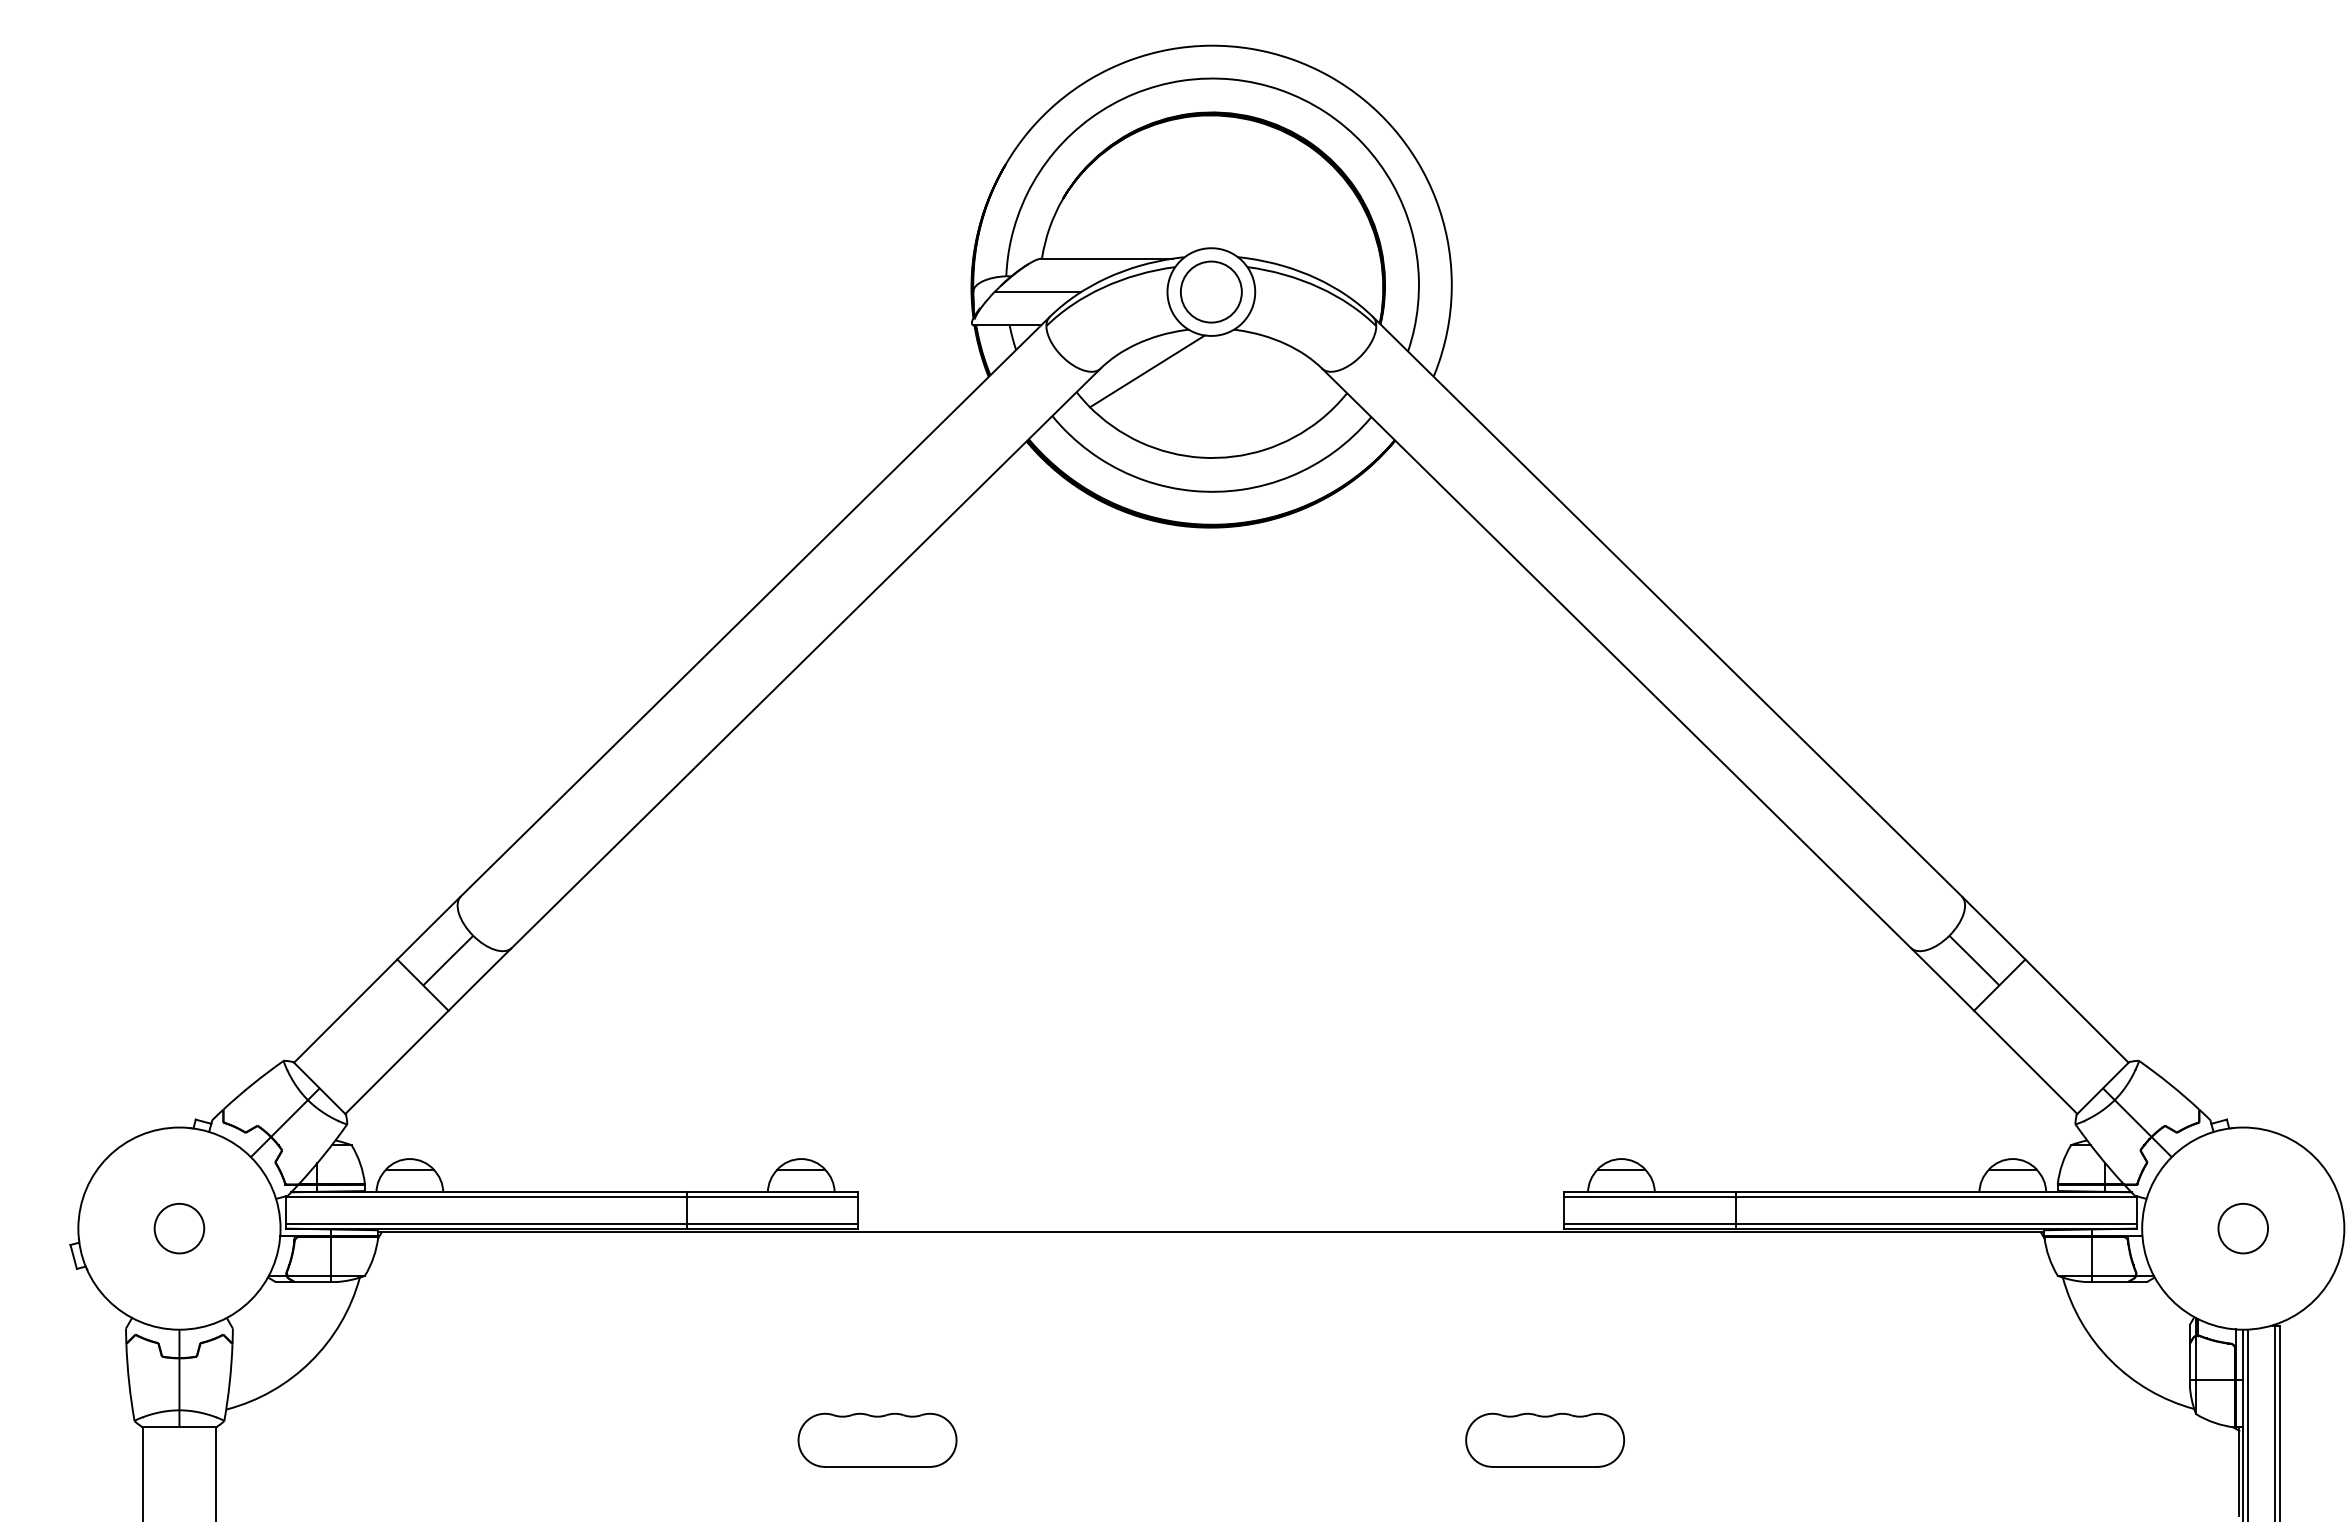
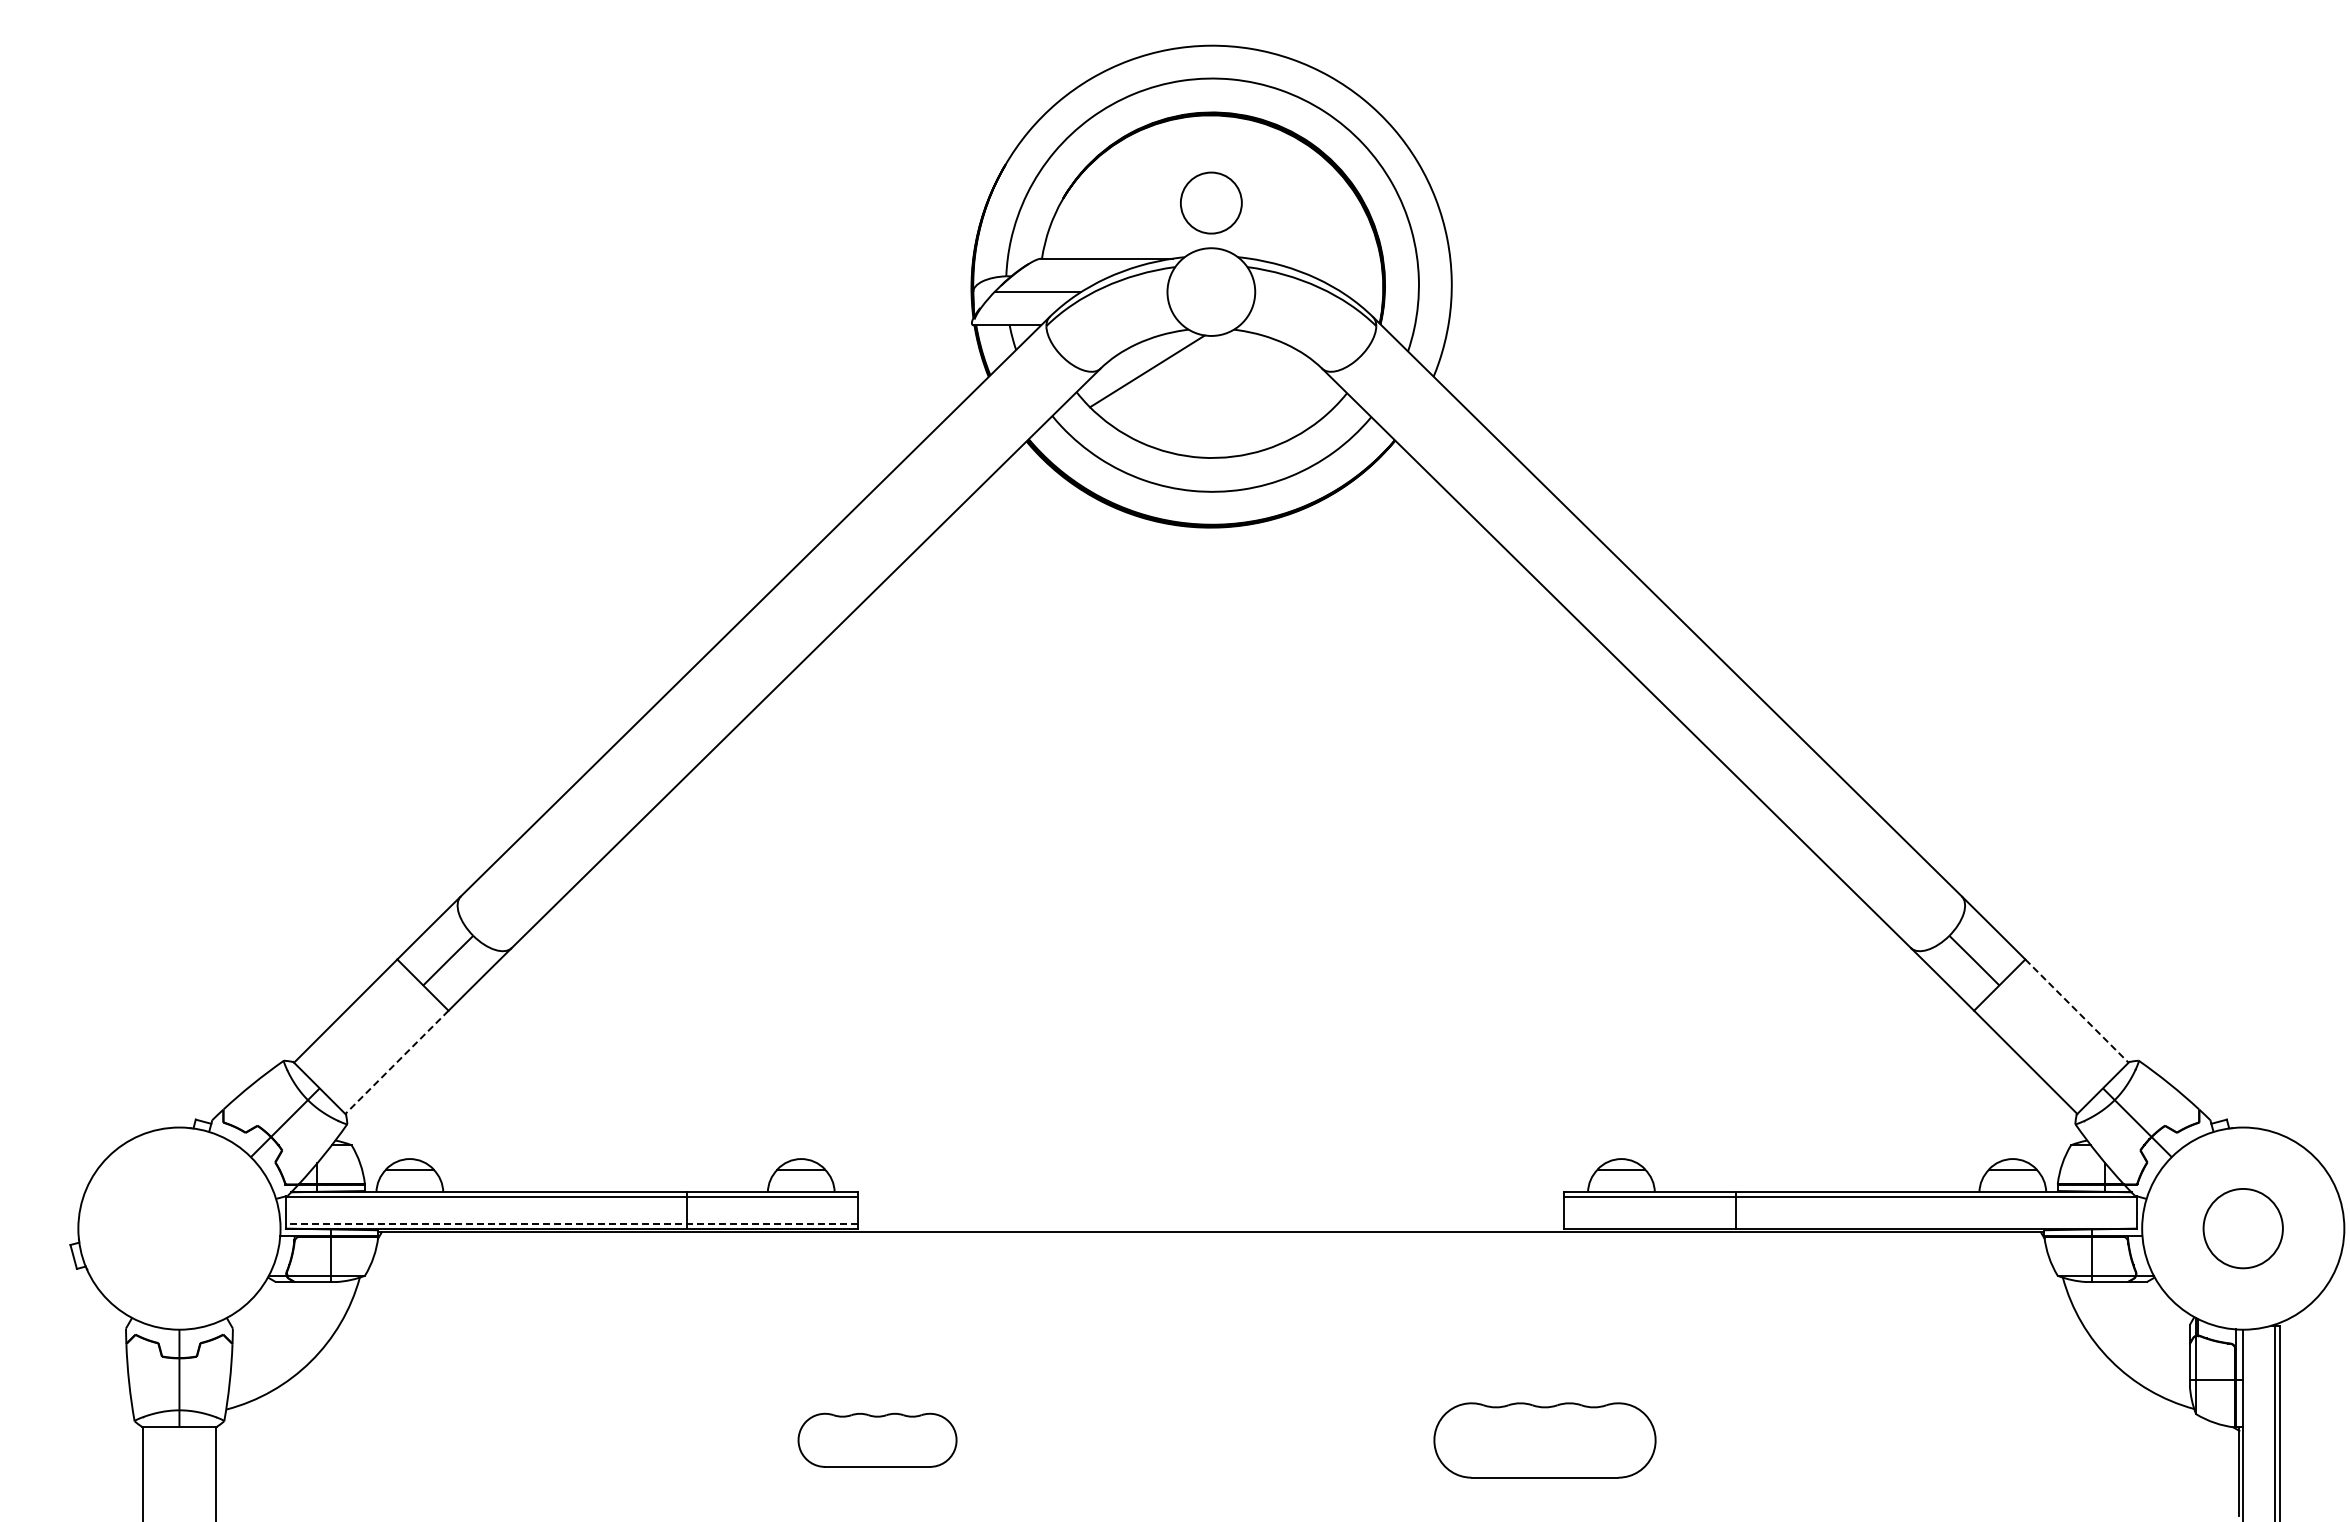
circle at (1211, 291) position: (1211, 291) -> (1211, 202)
line at (2077, 1011): solid -> dashed
line at (396, 1062): solid -> dashed
line at (571, 1223): solid -> dashed
line at (1850, 1223): present -> none
circle at (179, 1228): present -> none
circle at (2243, 1228) diameter: 50 px -> 79 px
line at (2248, 1423): present -> none
part at (1545, 1439) size: 161x56 px -> 224x77 px
